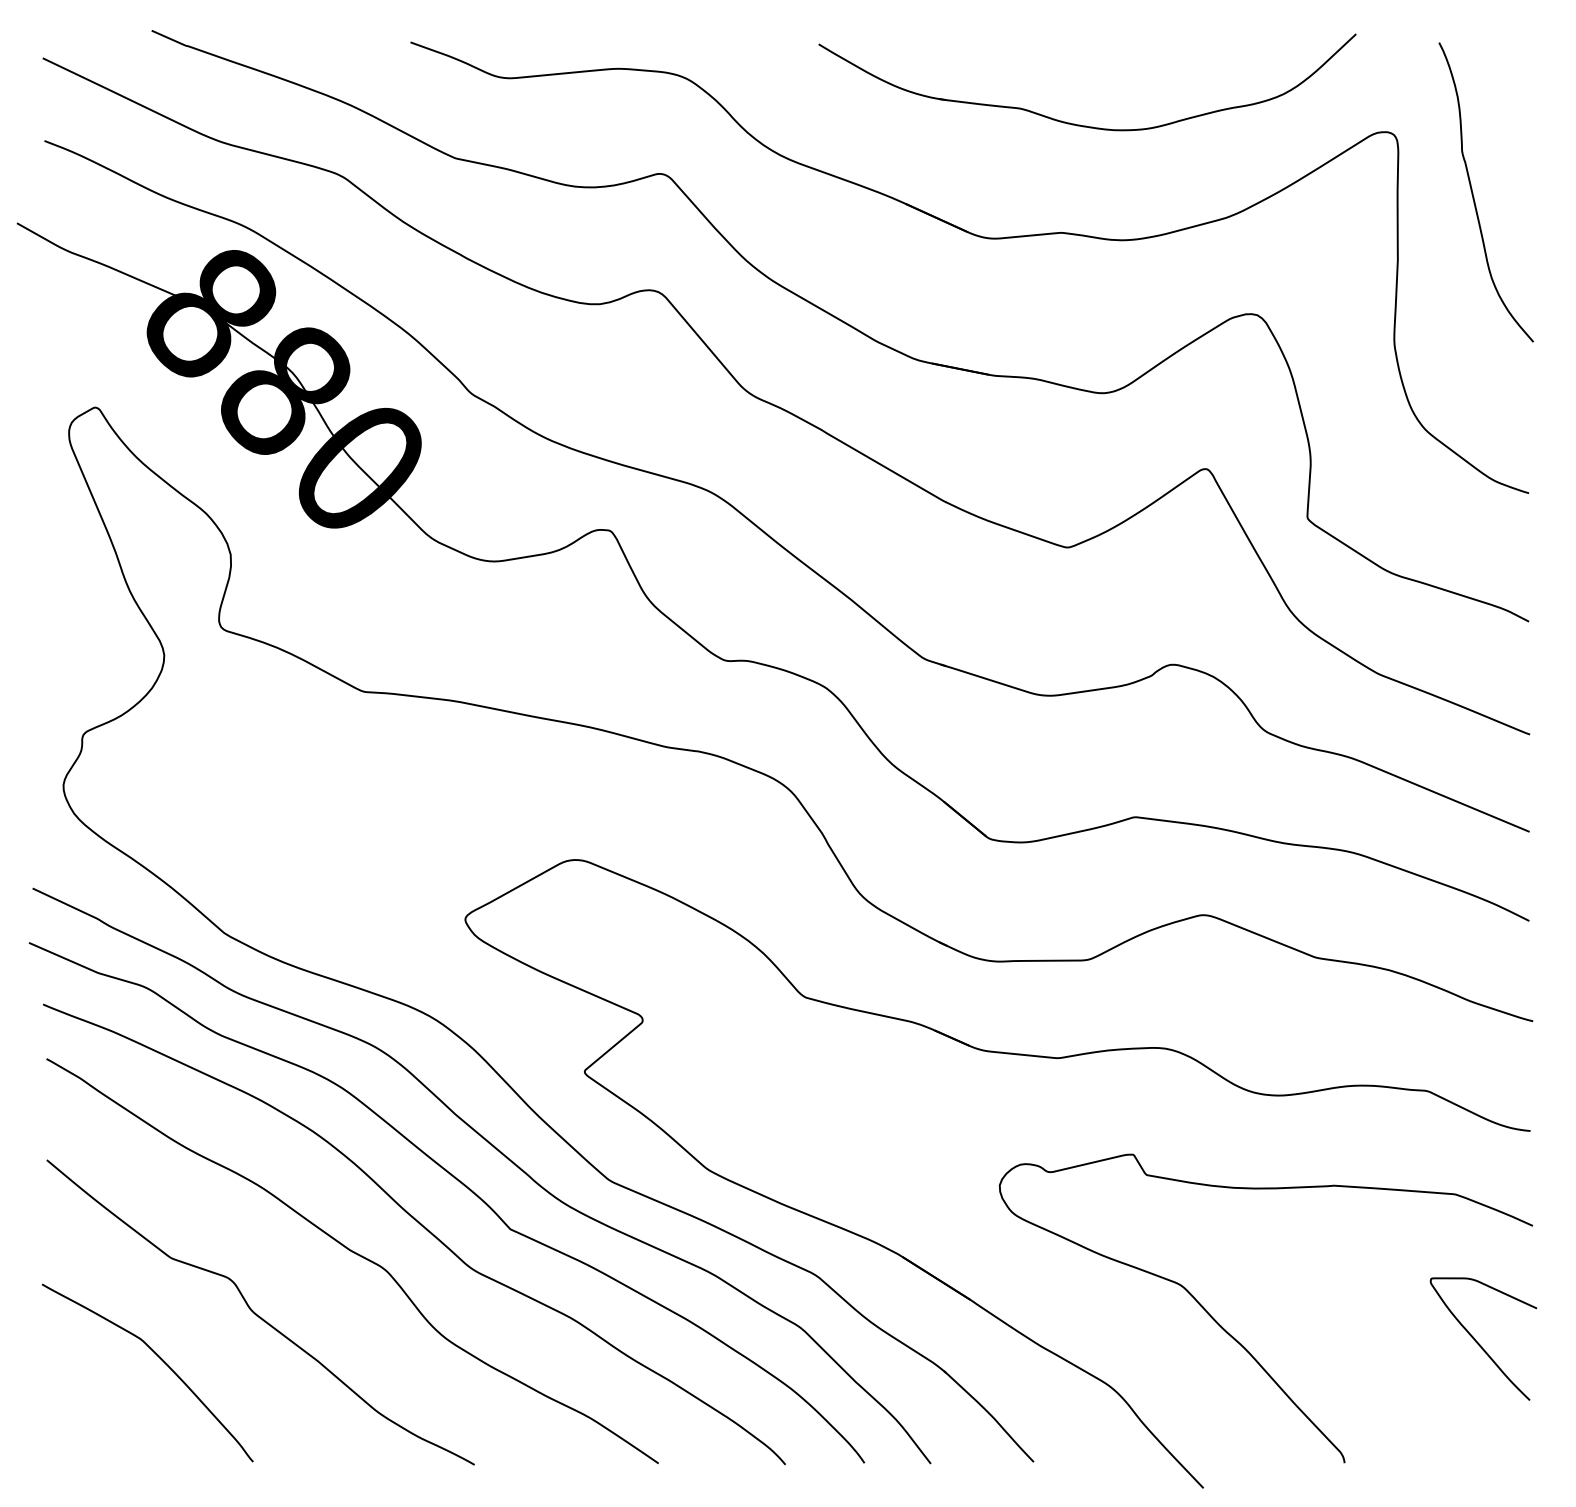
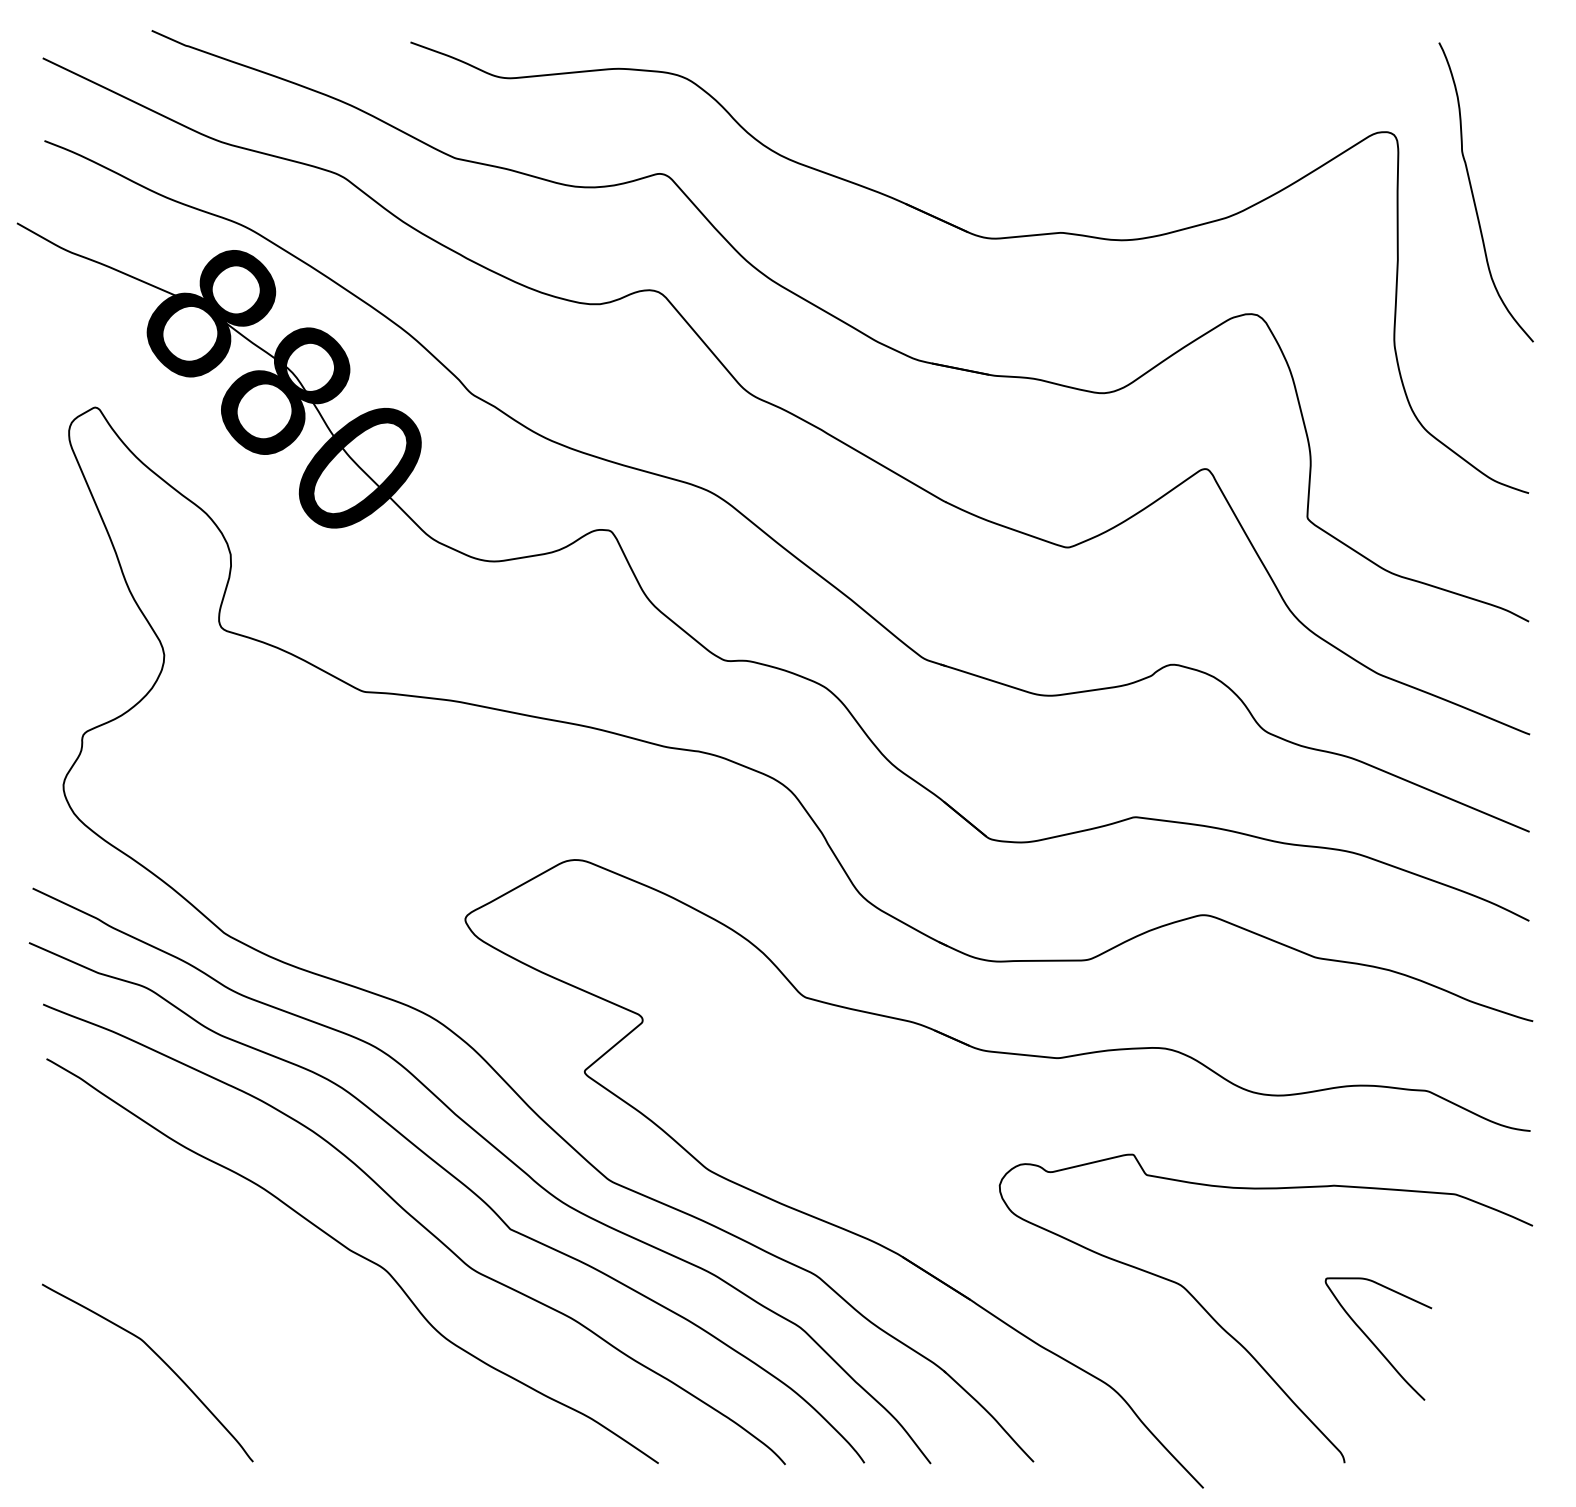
part at (1080, 124): present -> none
curve at (259, 1315): present -> none
curve at (1478, 1342) position: (1478, 1342) -> (1373, 1342)
